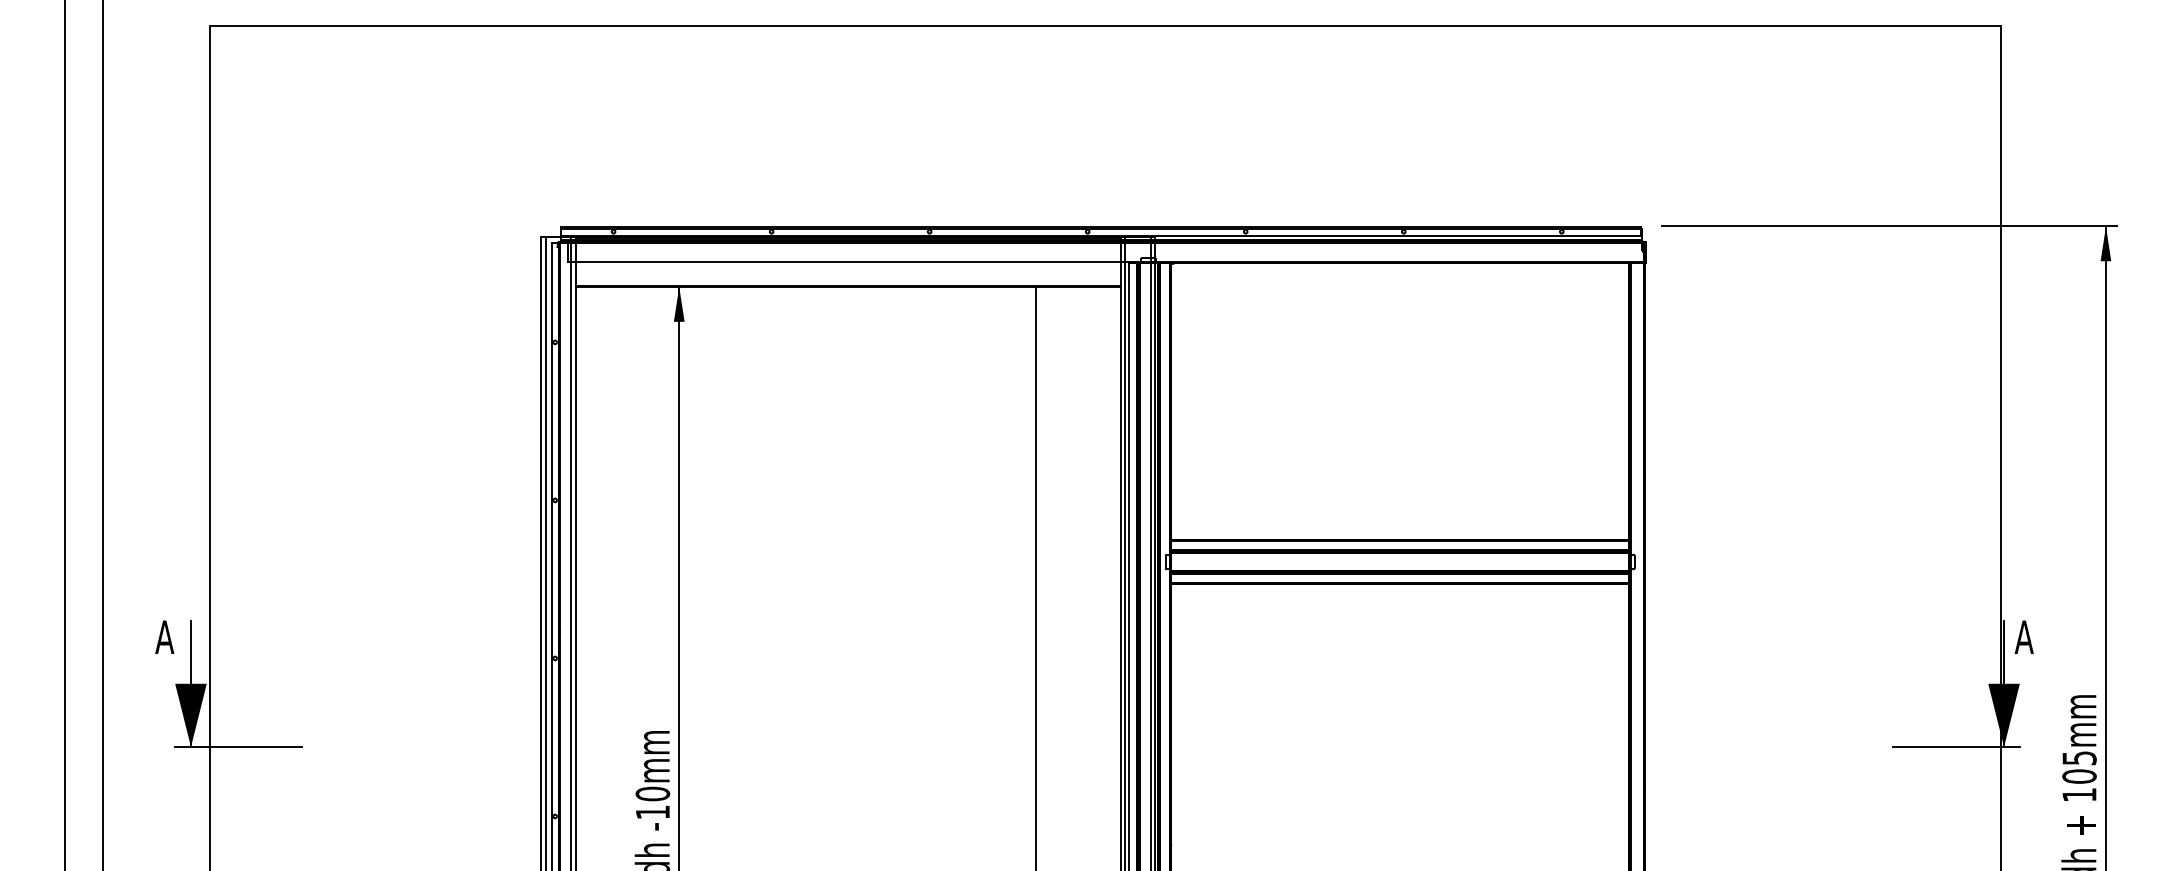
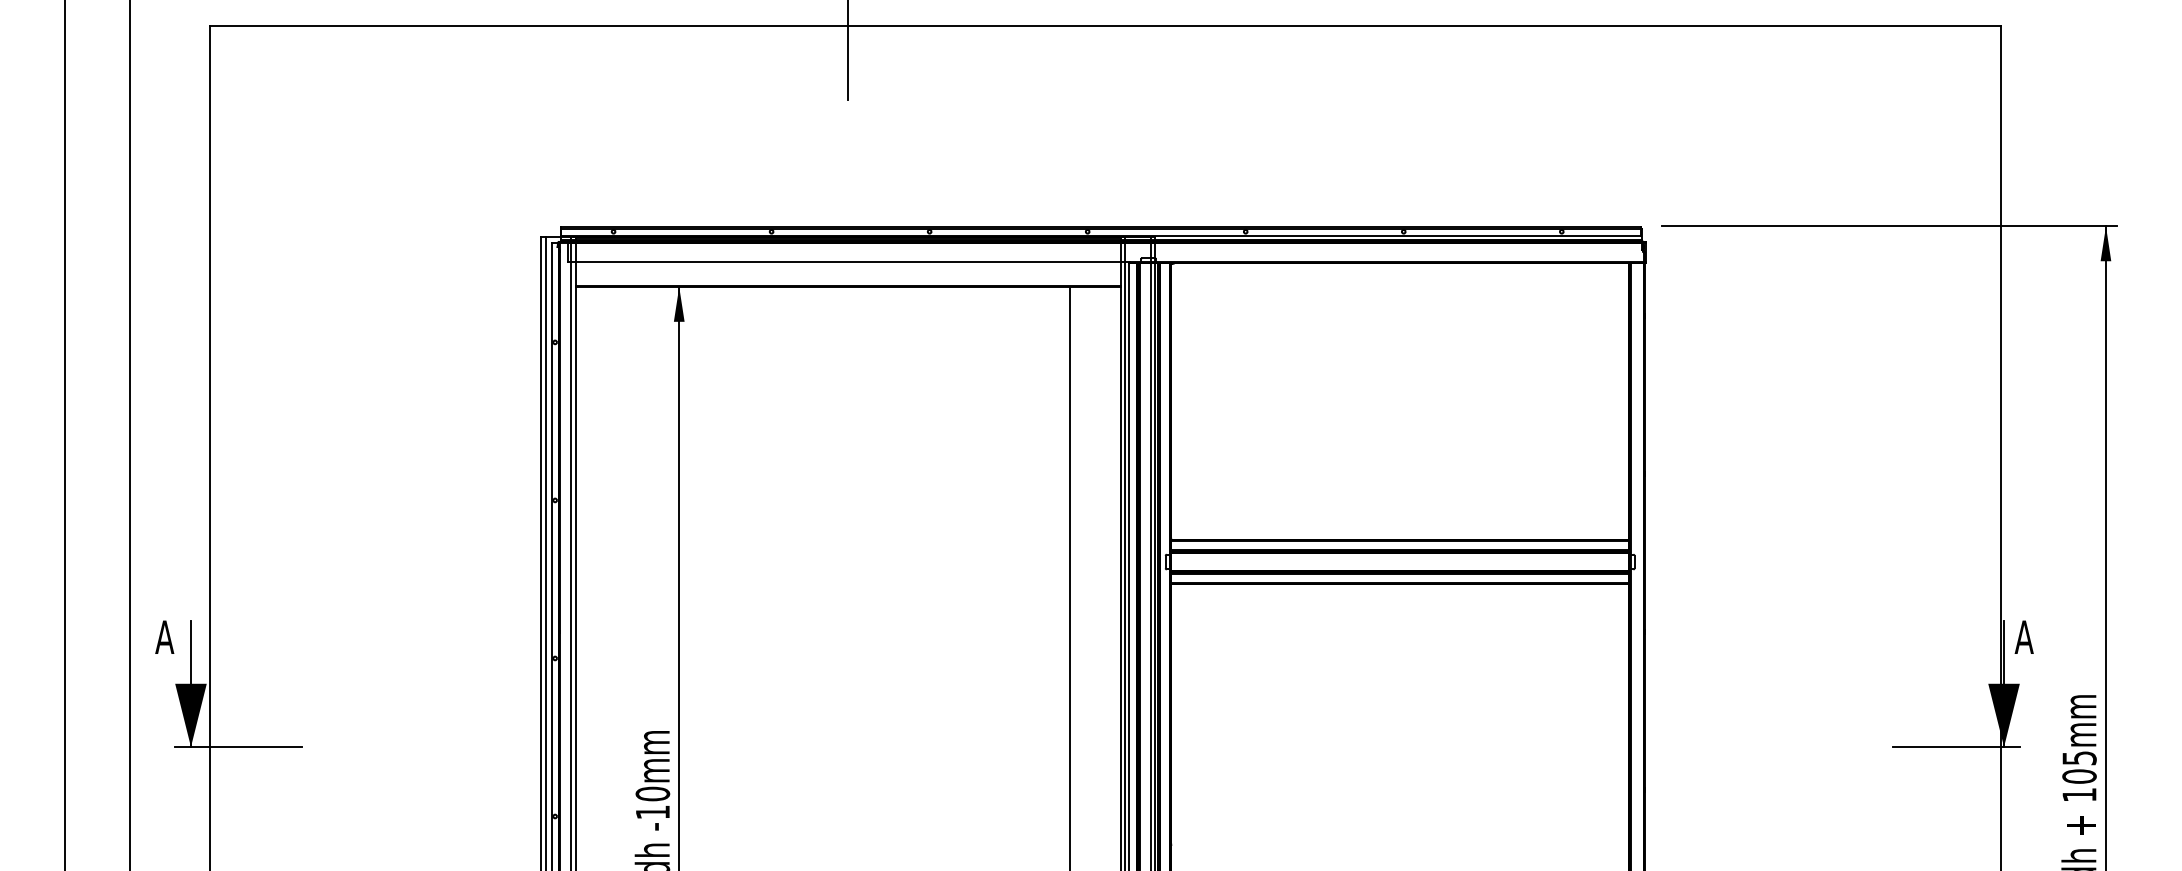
line at (847, 51): none -> present
line at (102, 434) position: (102, 434) -> (129, 434)
line at (1036, 577) position: (1036, 577) -> (1070, 577)
